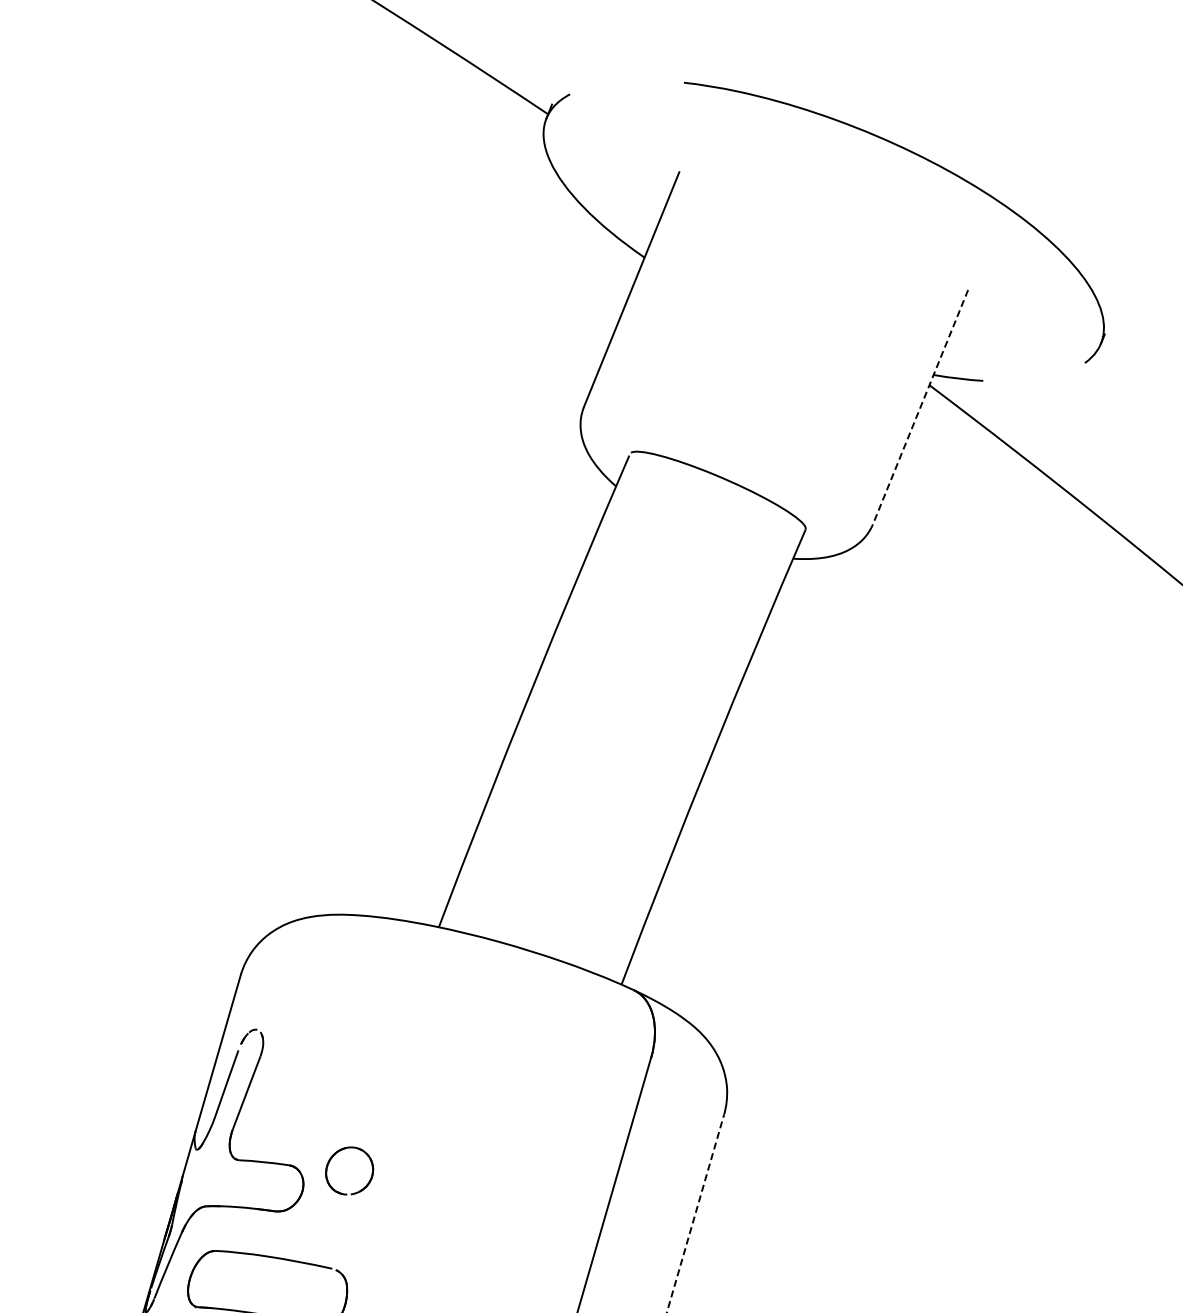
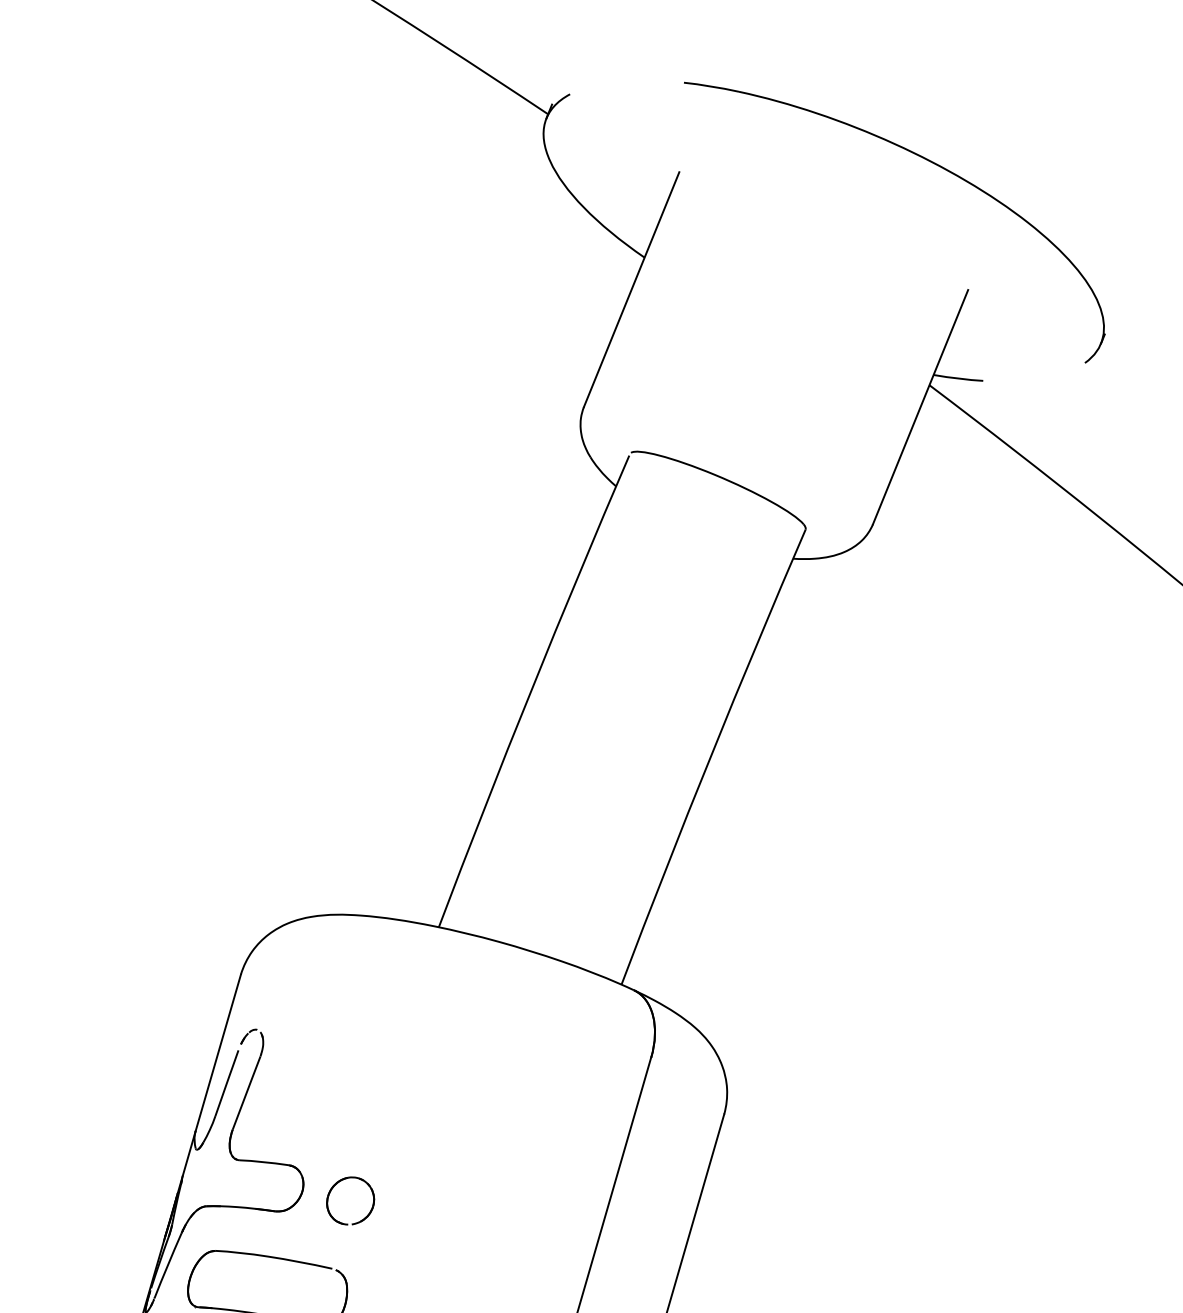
line at (920, 407): dashed -> solid
part at (337, 1153) position: (337, 1153) -> (338, 1183)
line at (695, 1213): dashed -> solid
